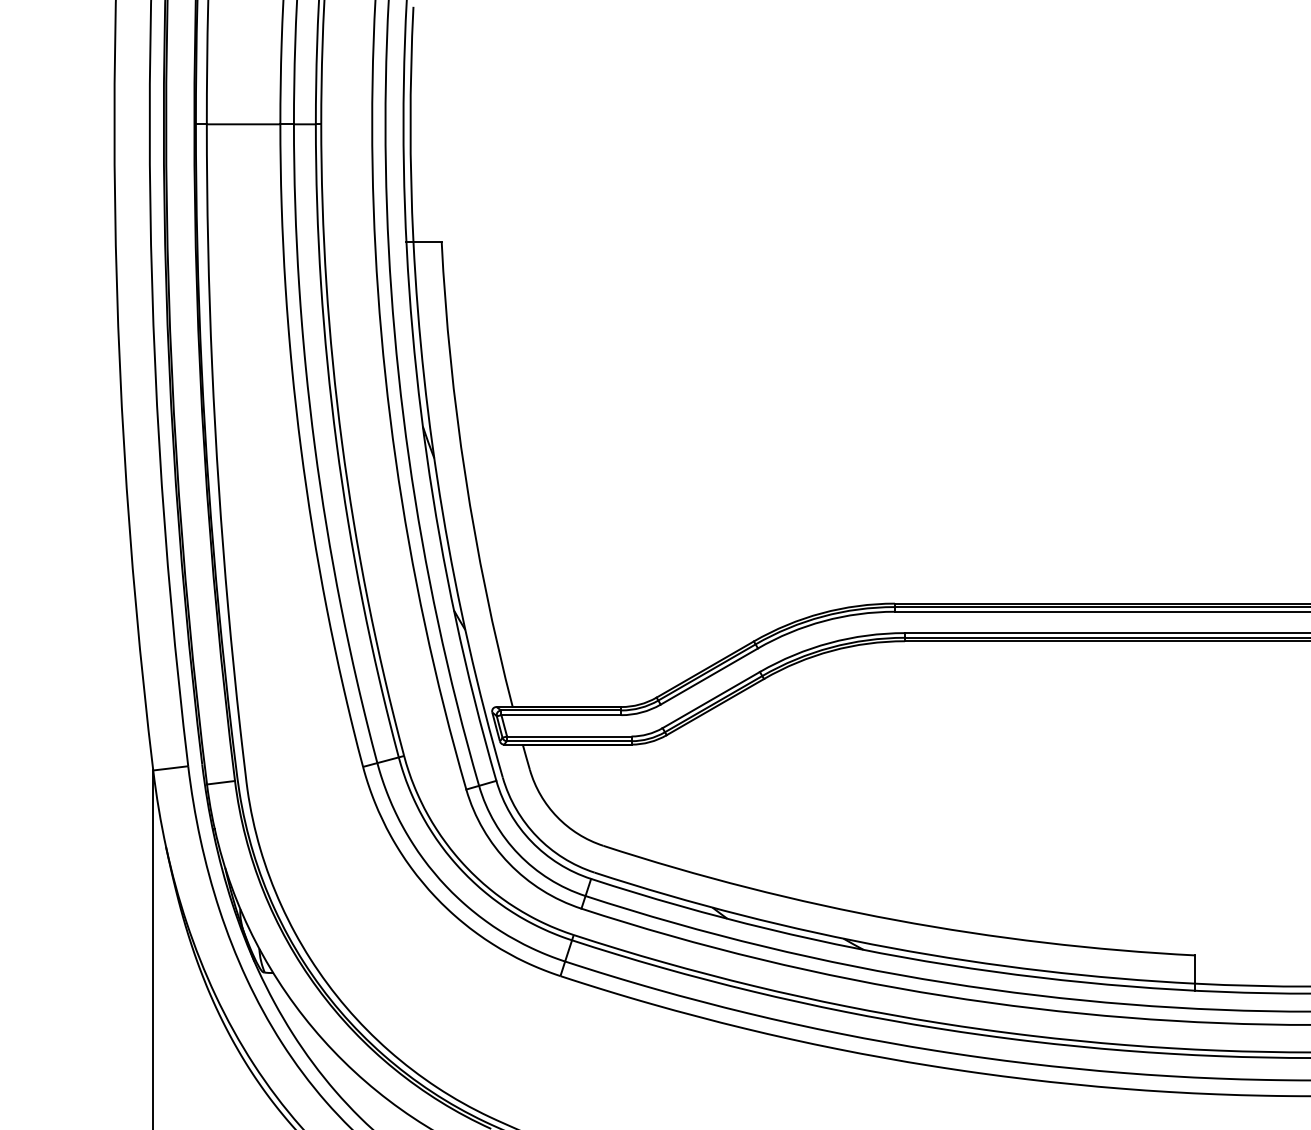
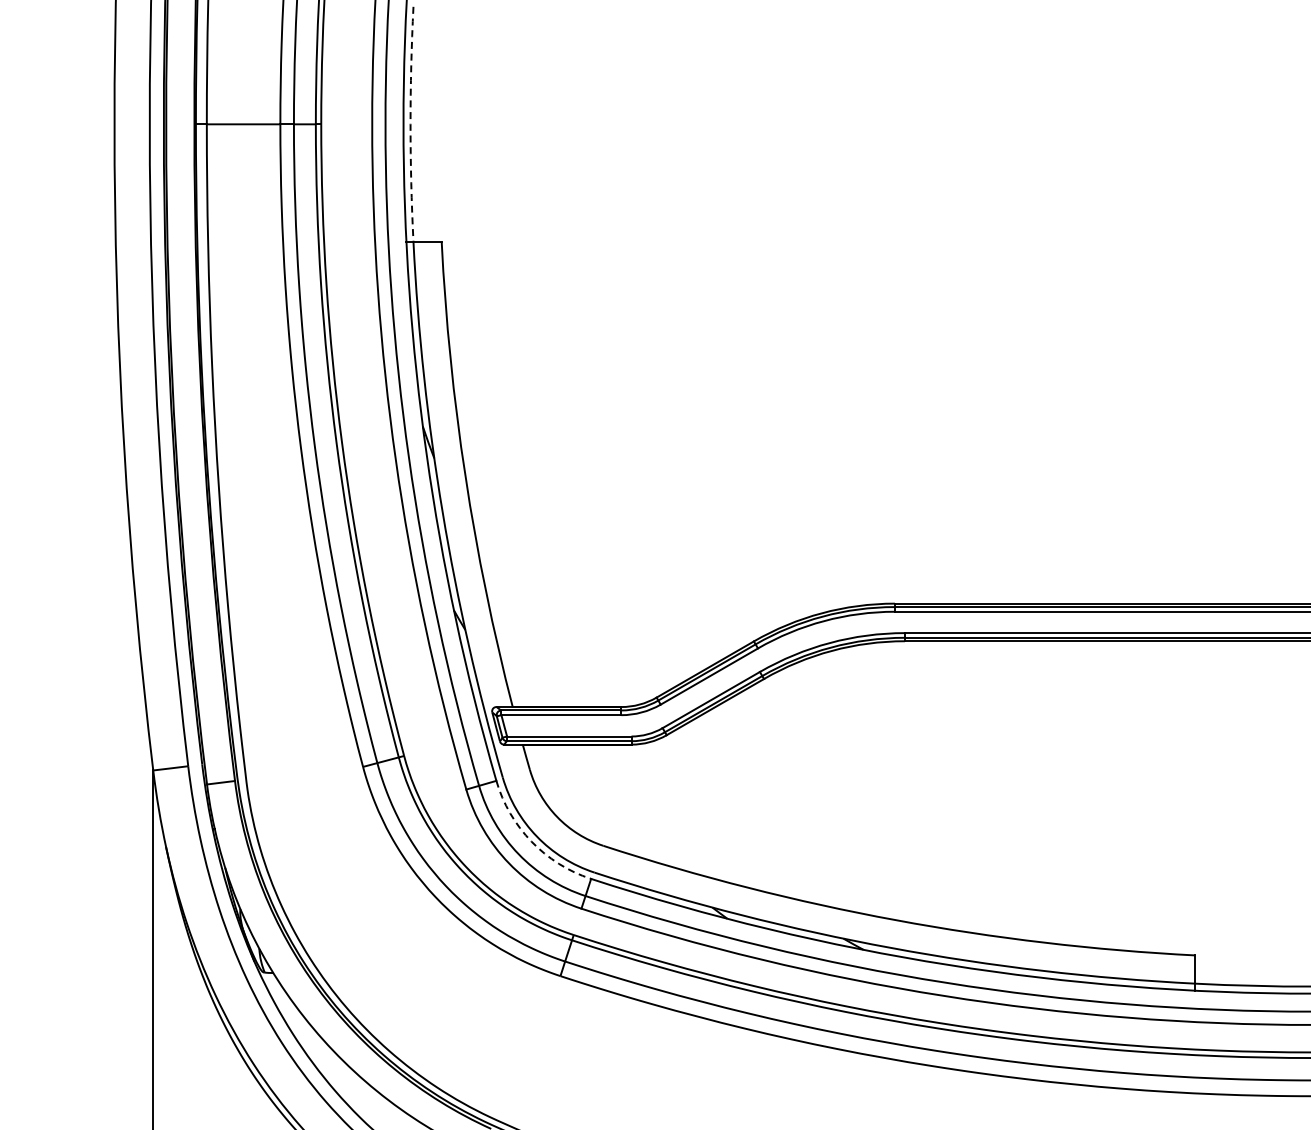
arc at (410, 124): solid -> dashed
arc at (531, 841): solid -> dashed
